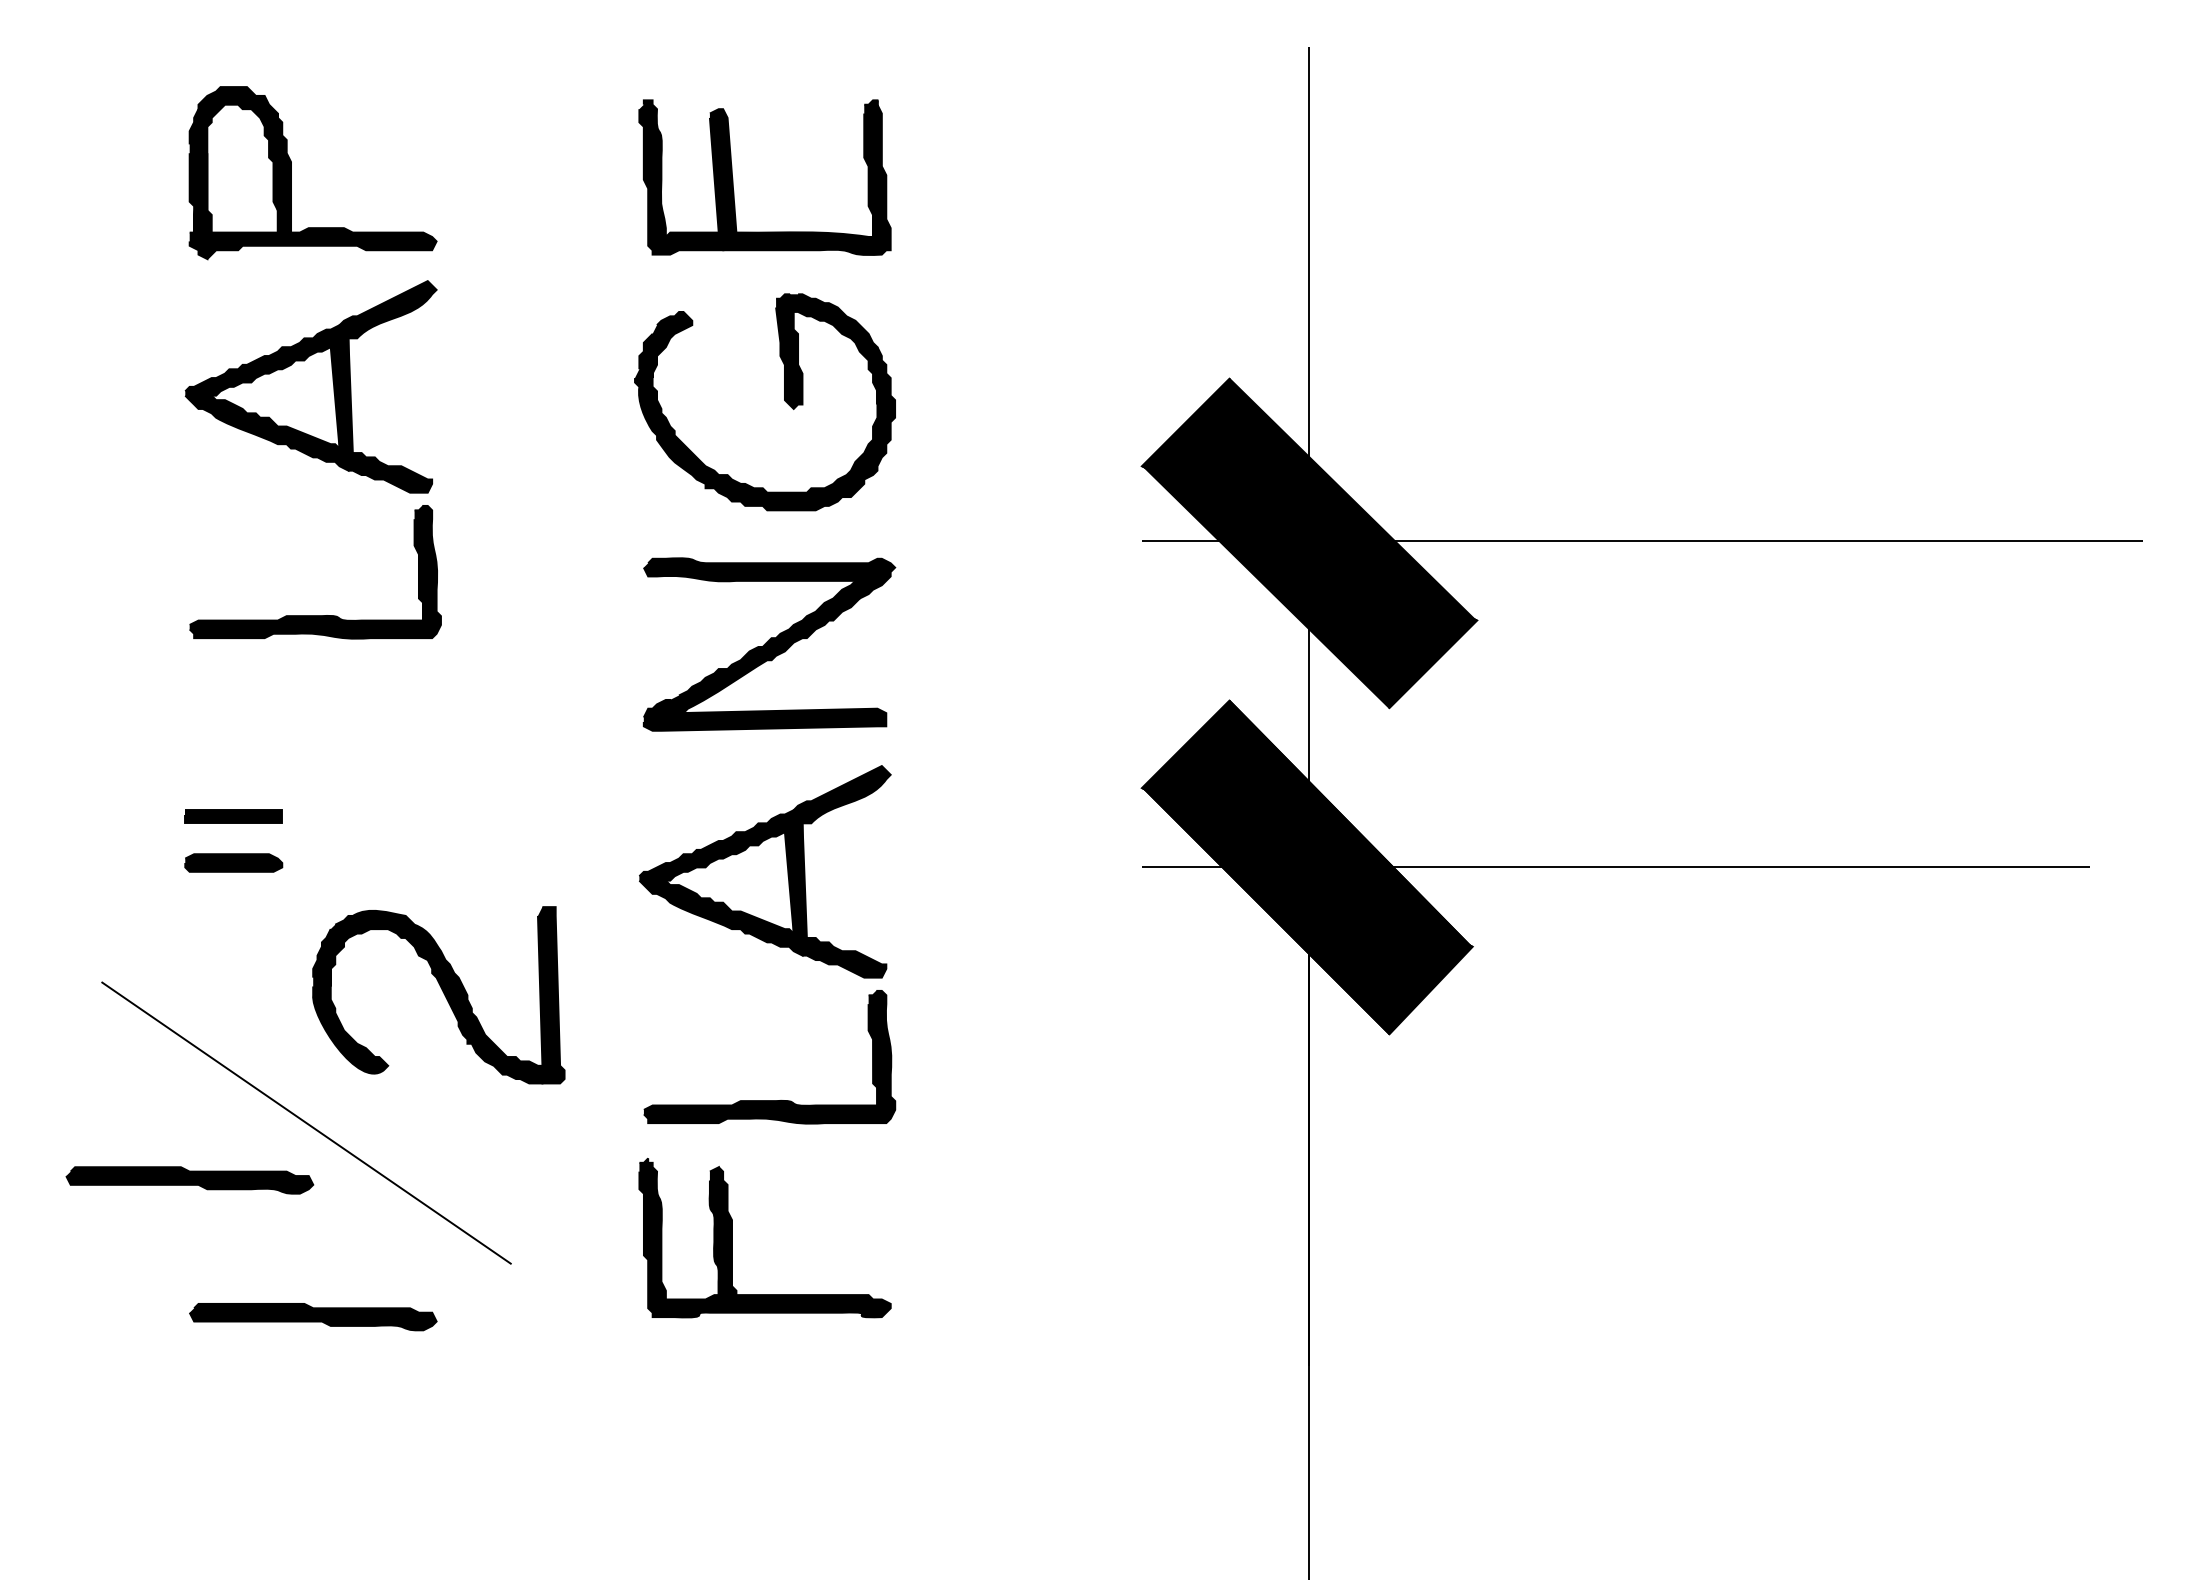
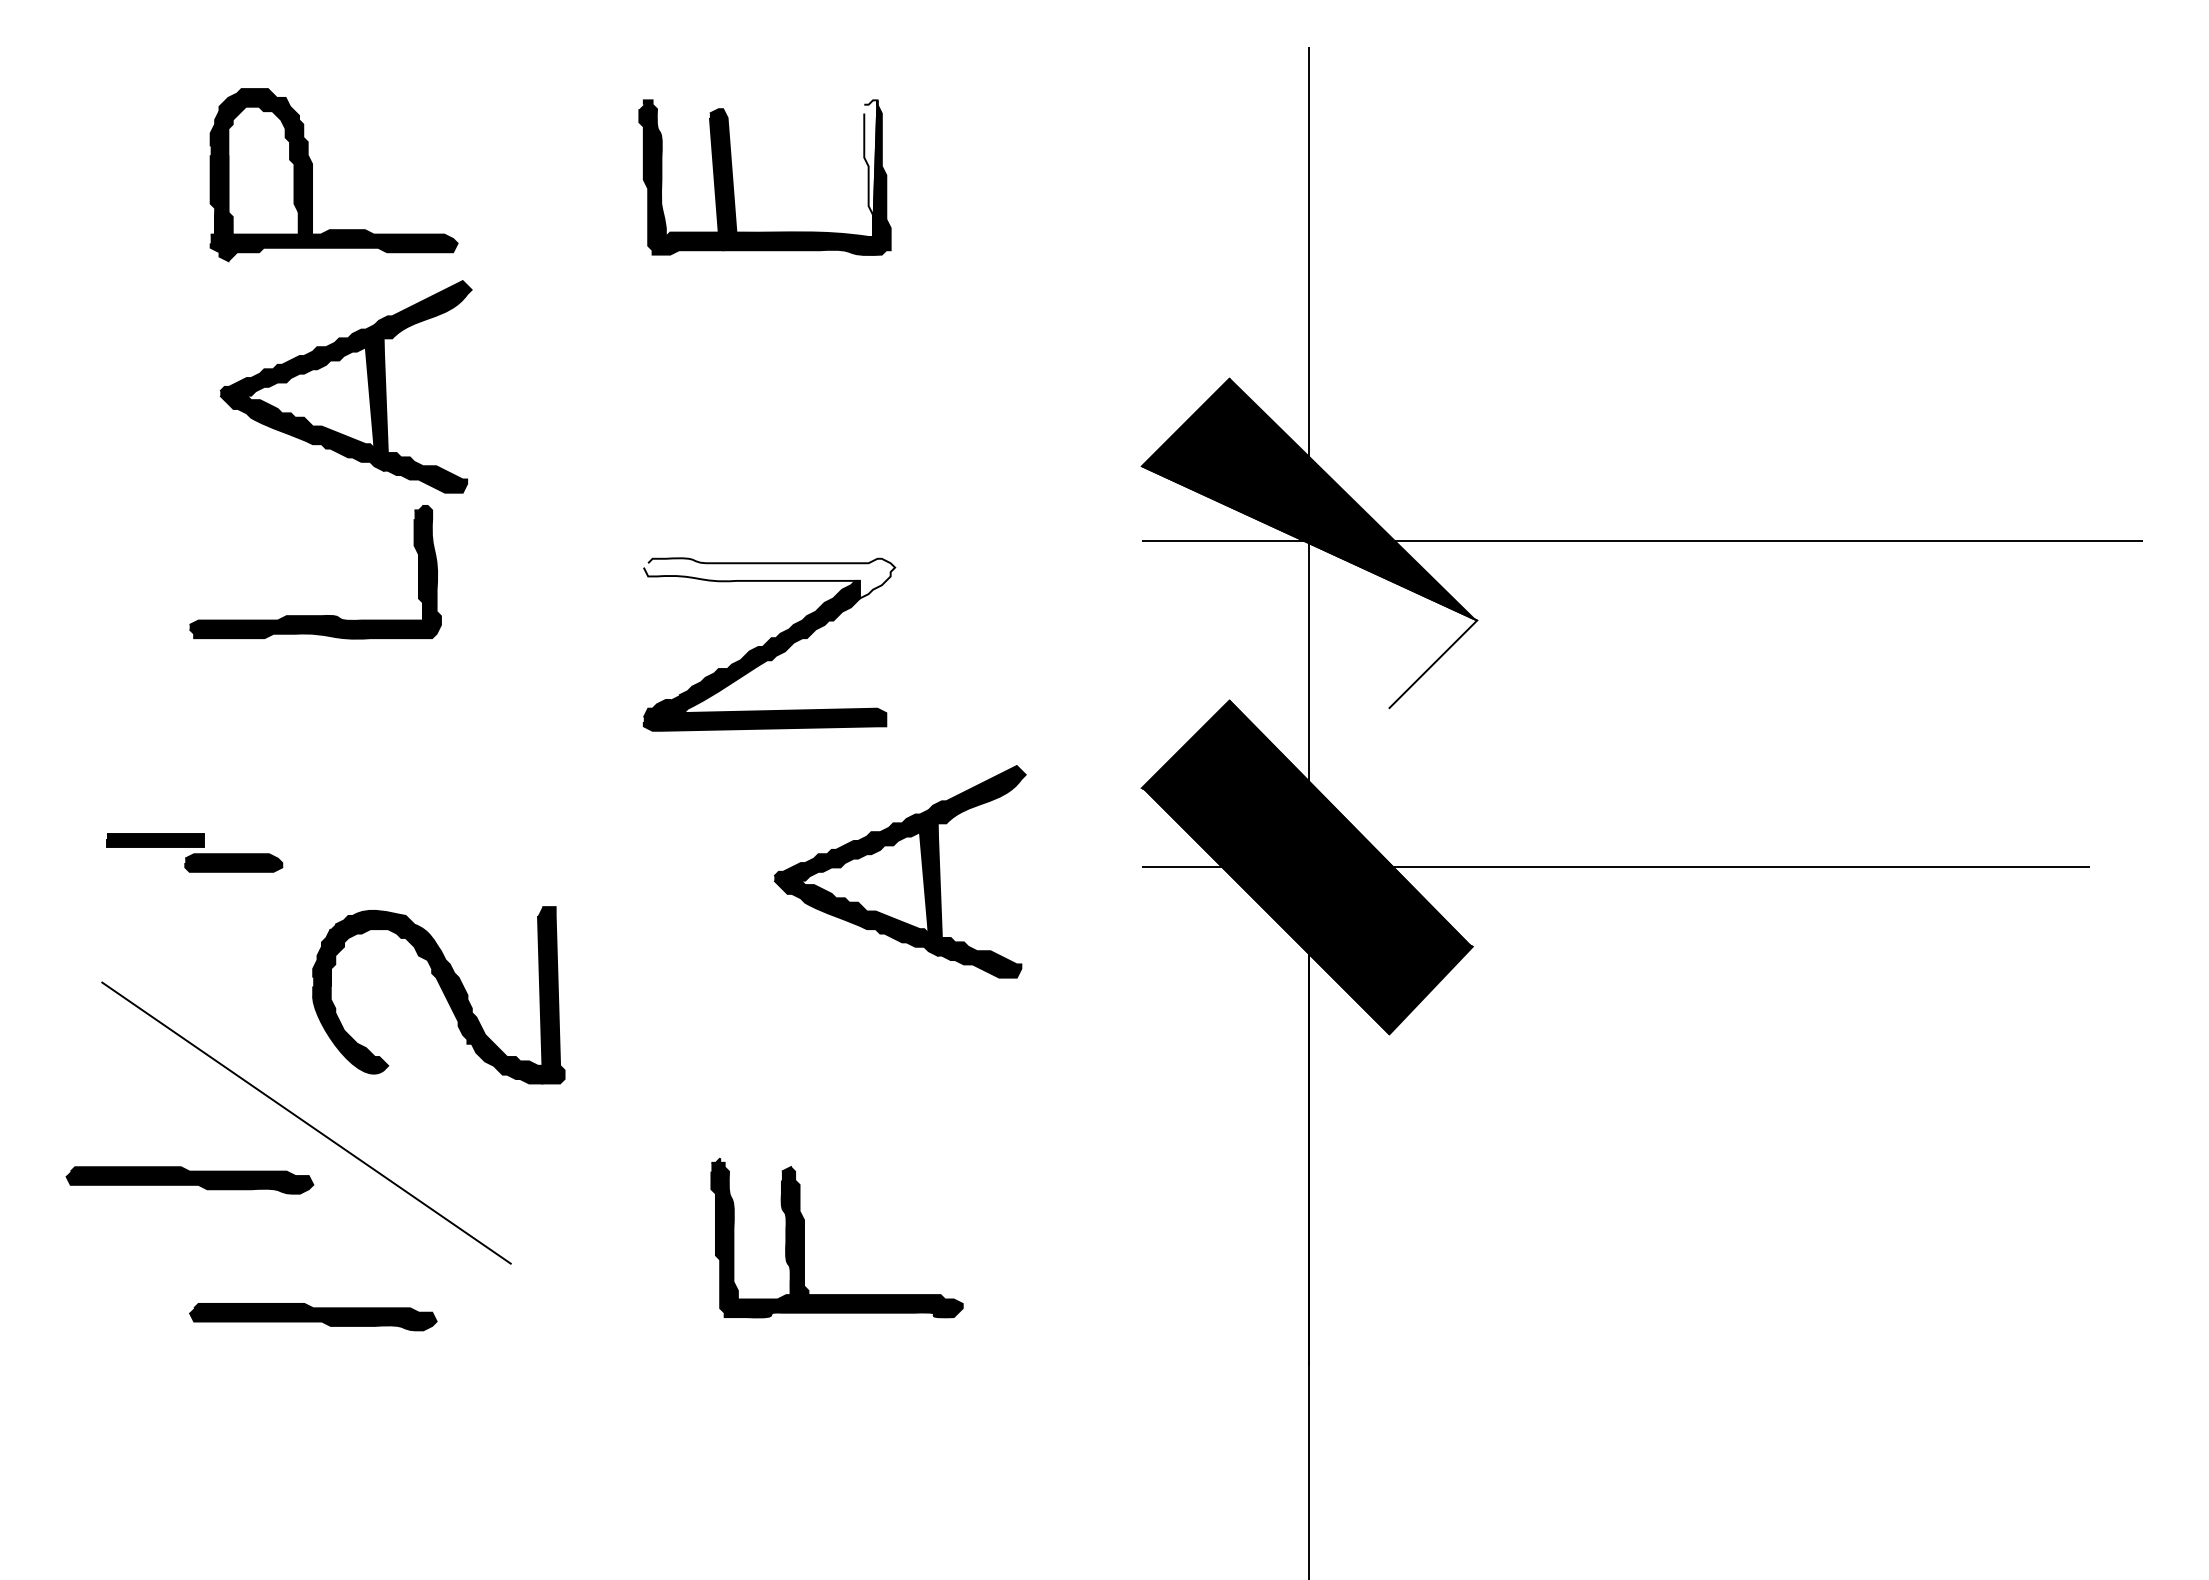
fill at (870, 168): present -> none
part at (291, 173) position: (291, 173) -> (312, 175)
part at (310, 386) position: (310, 386) -> (345, 386)
part at (784, 401): present -> none
fill at (769, 578): present -> none
fill at (1309, 587): present -> none
part at (233, 816) position: (233, 816) -> (155, 840)
part at (765, 871) position: (765, 871) -> (900, 871)
part at (769, 1100): present -> none
part at (732, 1238) position: (732, 1238) -> (804, 1238)
